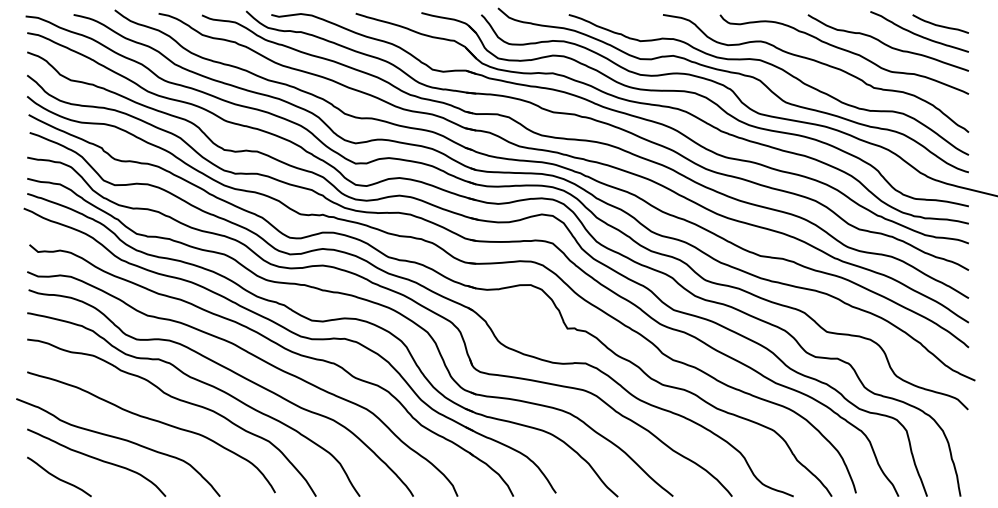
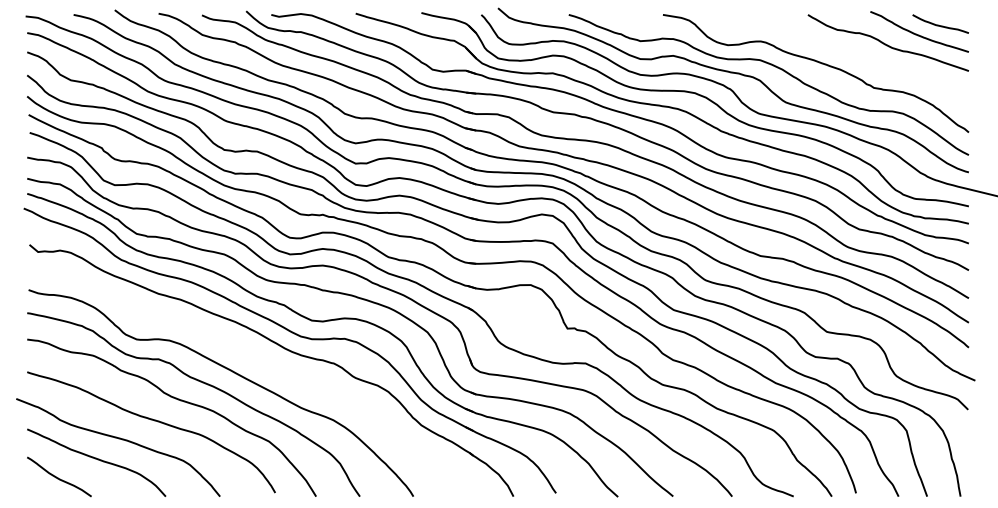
curve at (845, 51): present -> none
curve at (255, 357): present -> none
